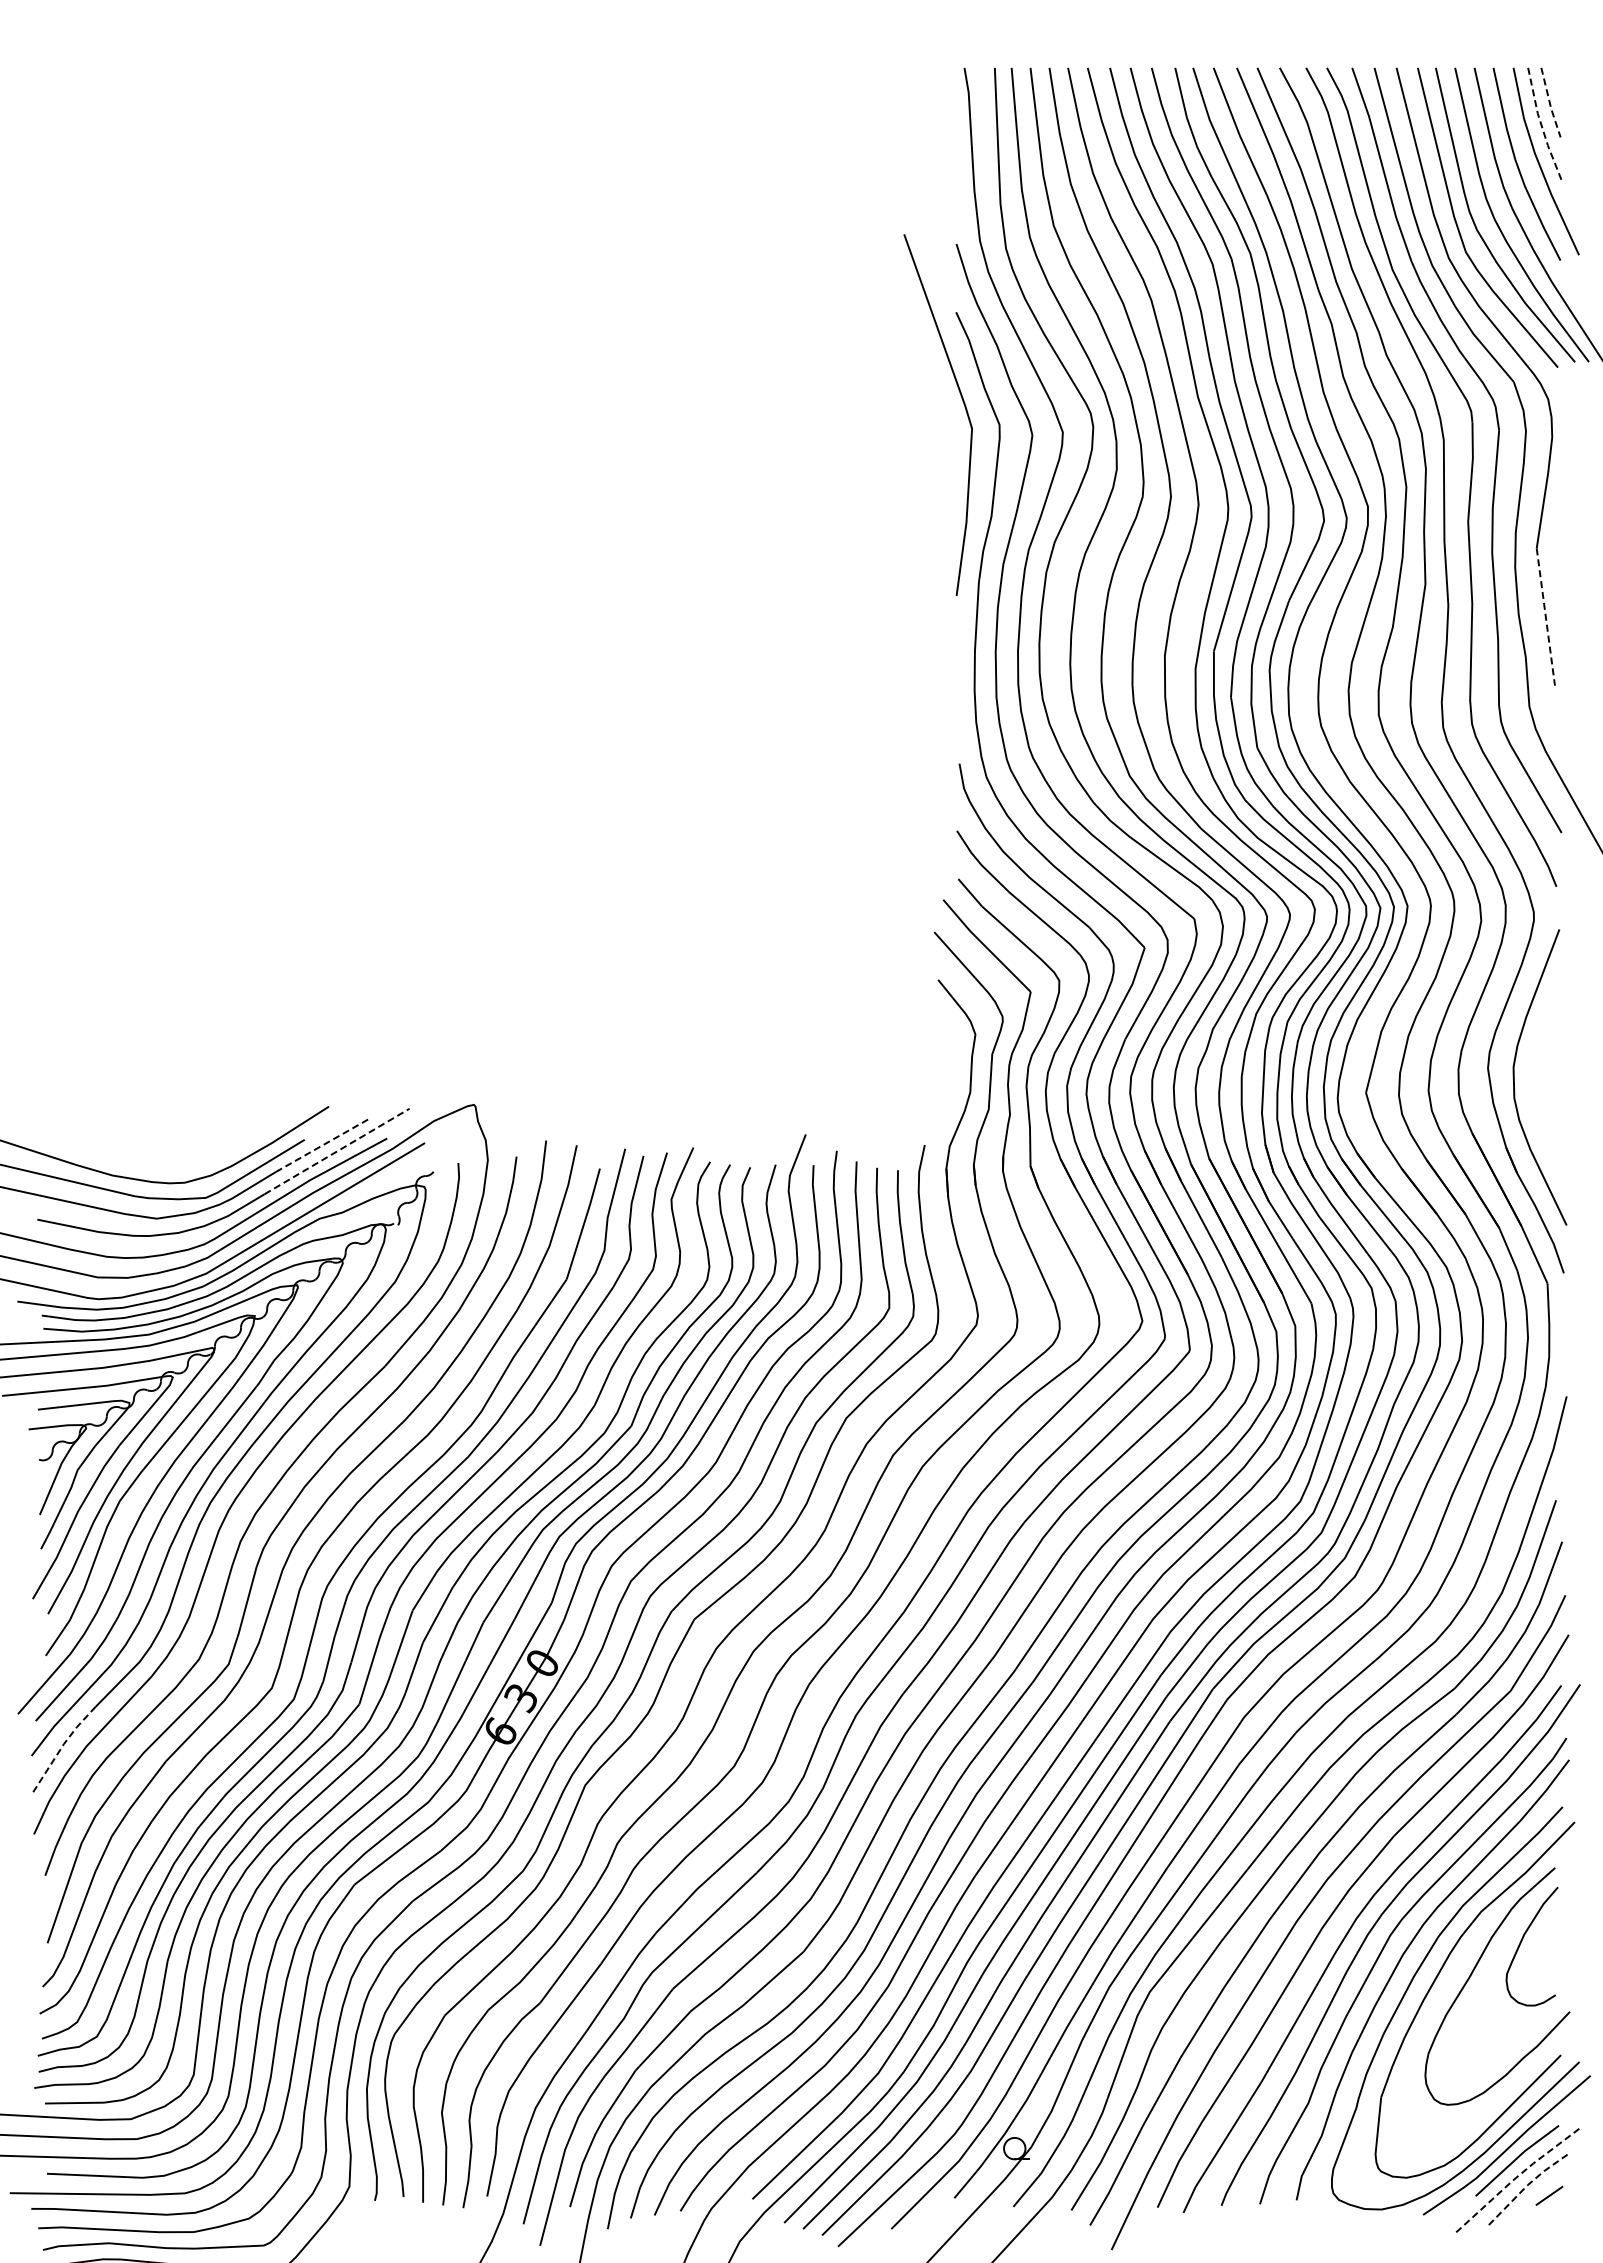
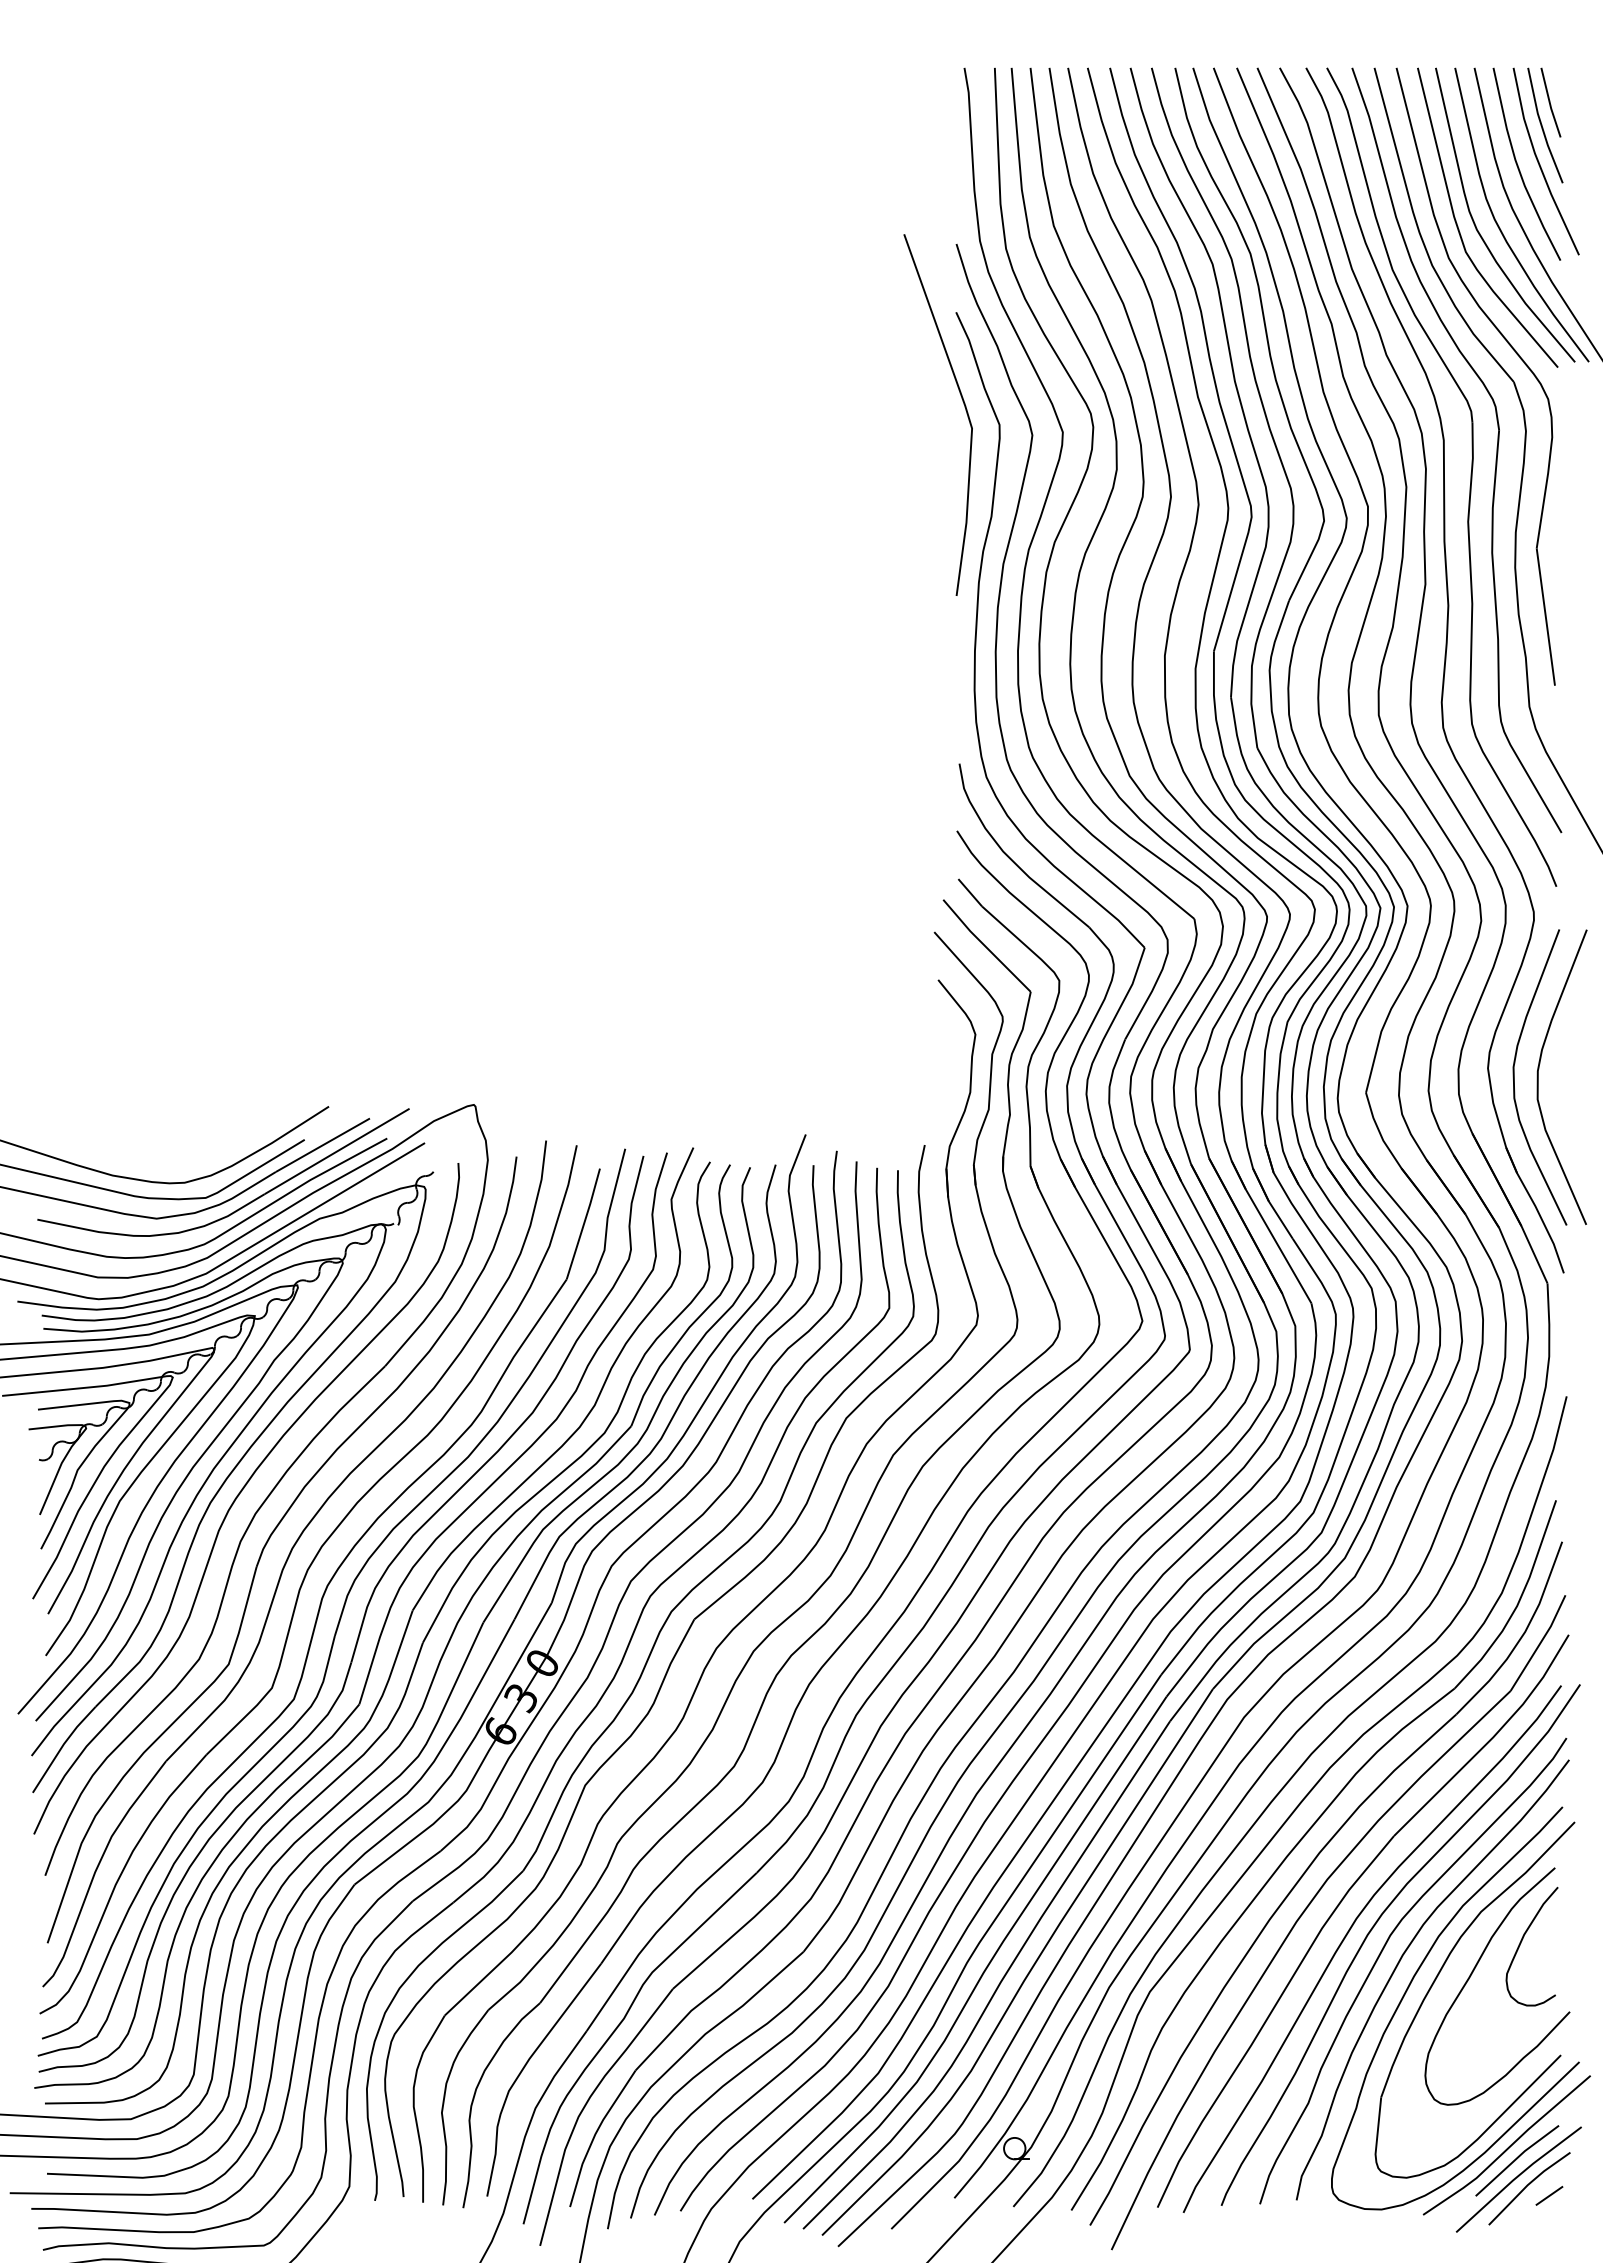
line at (1550, 103): dashed -> solid
line at (1541, 126): dashed -> solid
line at (1545, 617): dashed -> solid
curve at (1538, 1076): none -> present
line at (323, 1144): dashed -> solid
line at (337, 1151): dashed -> solid
line at (62, 1746): dashed -> solid
line at (1517, 2176): dashed -> solid
line at (1527, 2185): dashed -> solid
